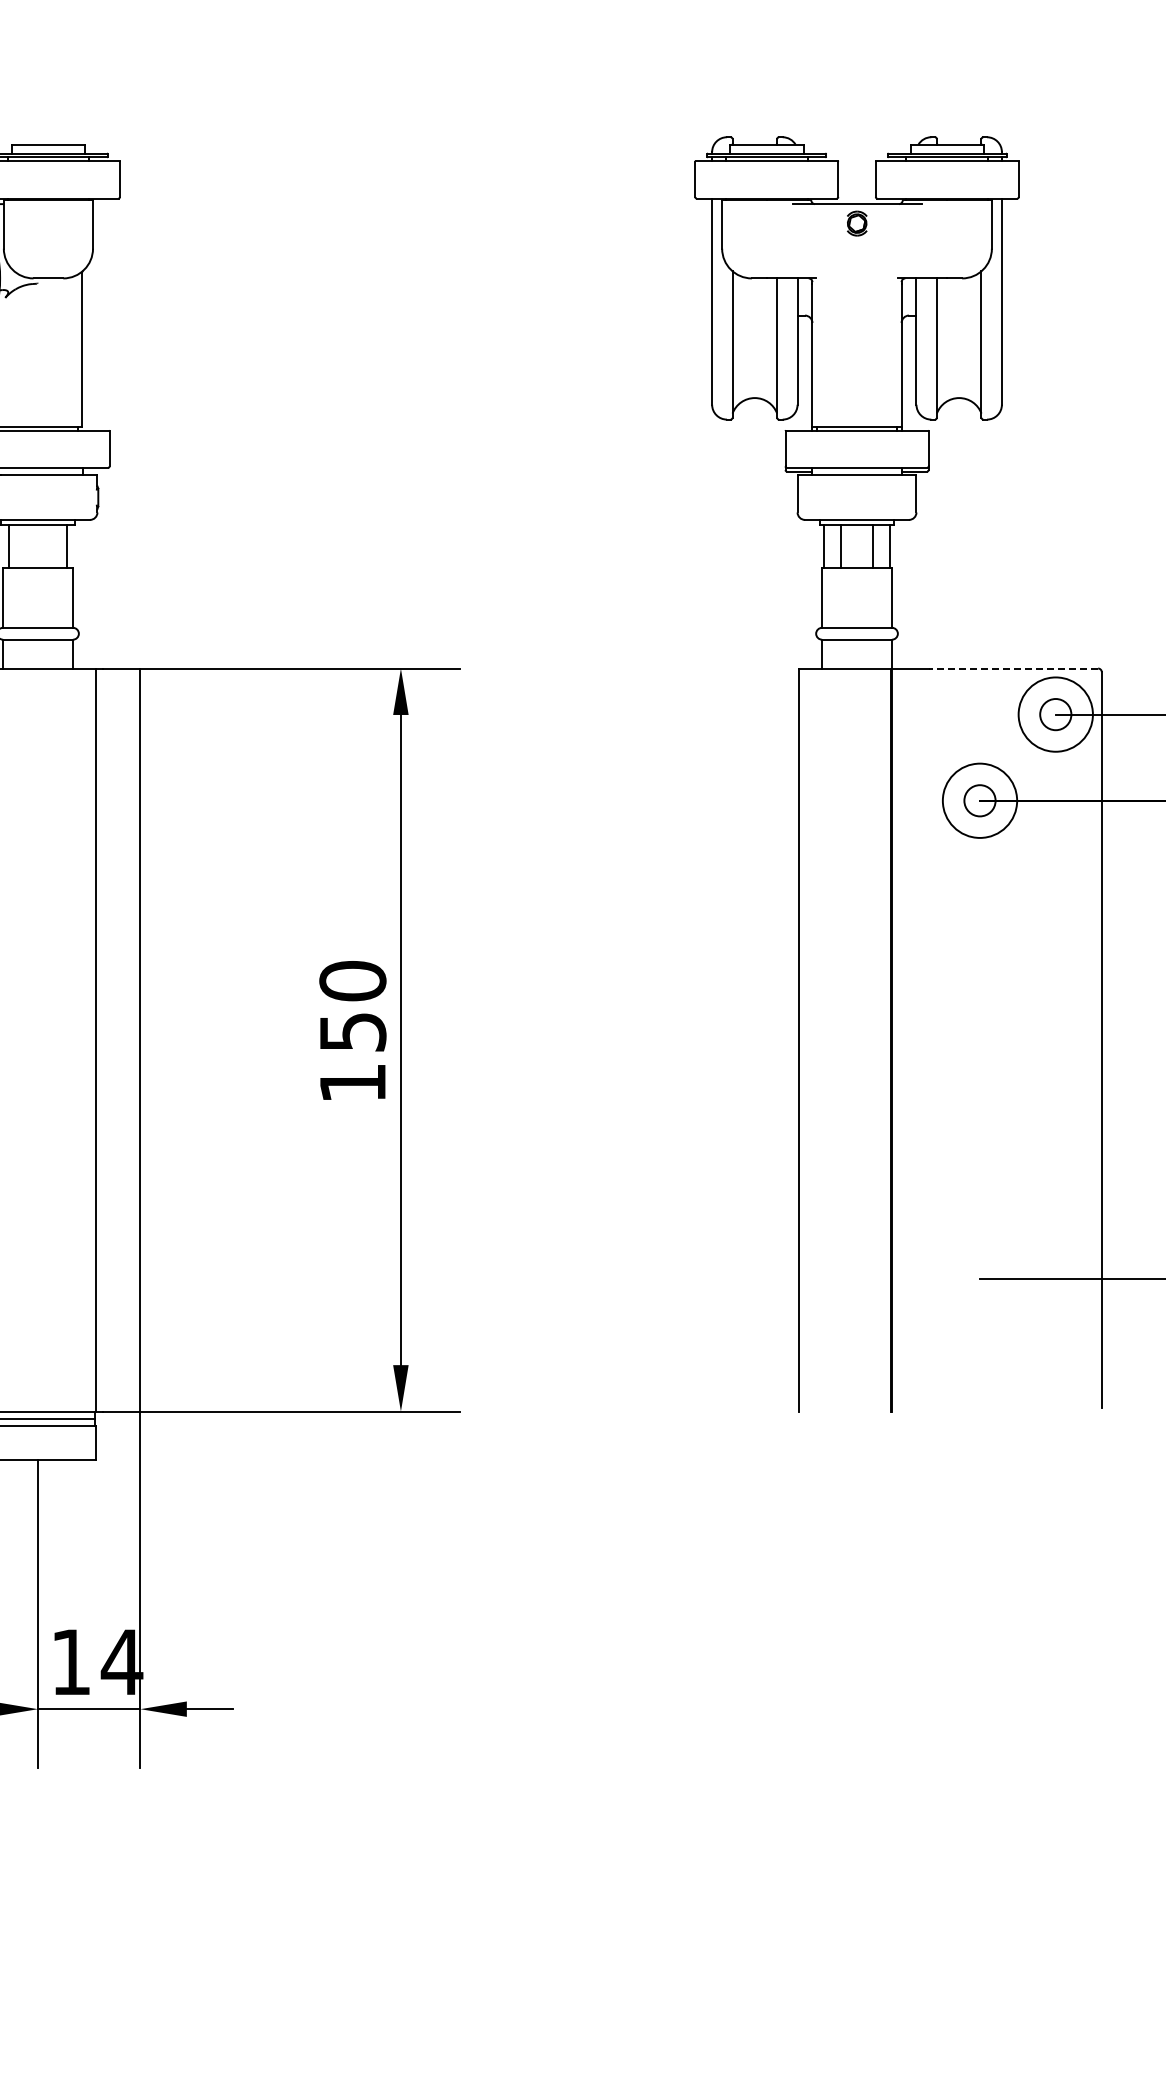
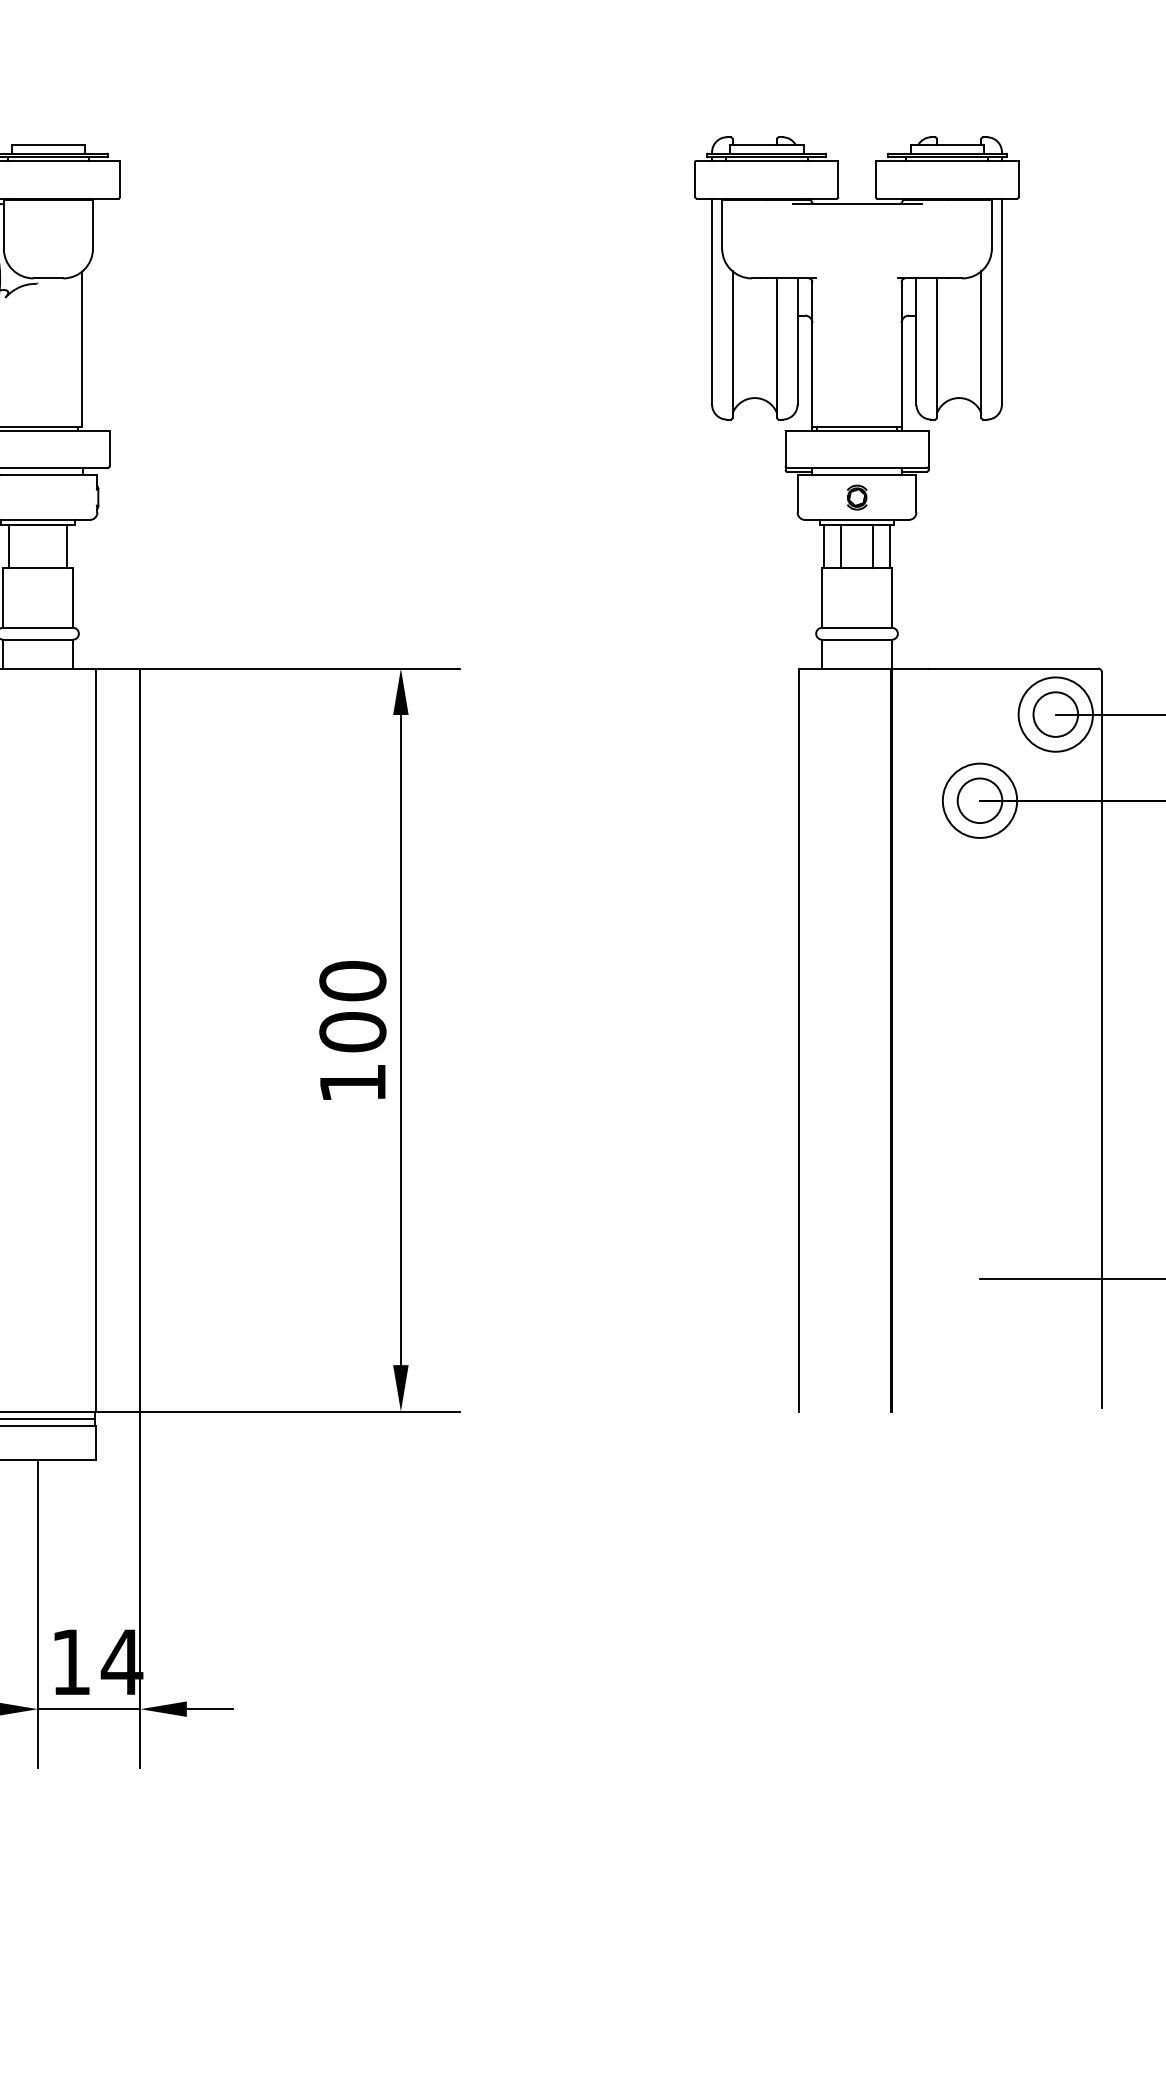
part at (857, 223) position: (857, 223) -> (857, 497)
line at (1013, 668): dashed -> solid
circle at (1055, 714) diameter: 31 px -> 45 px
circle at (979, 800) diameter: 31 px -> 45 px
text at (352, 1032): 150 -> 100
